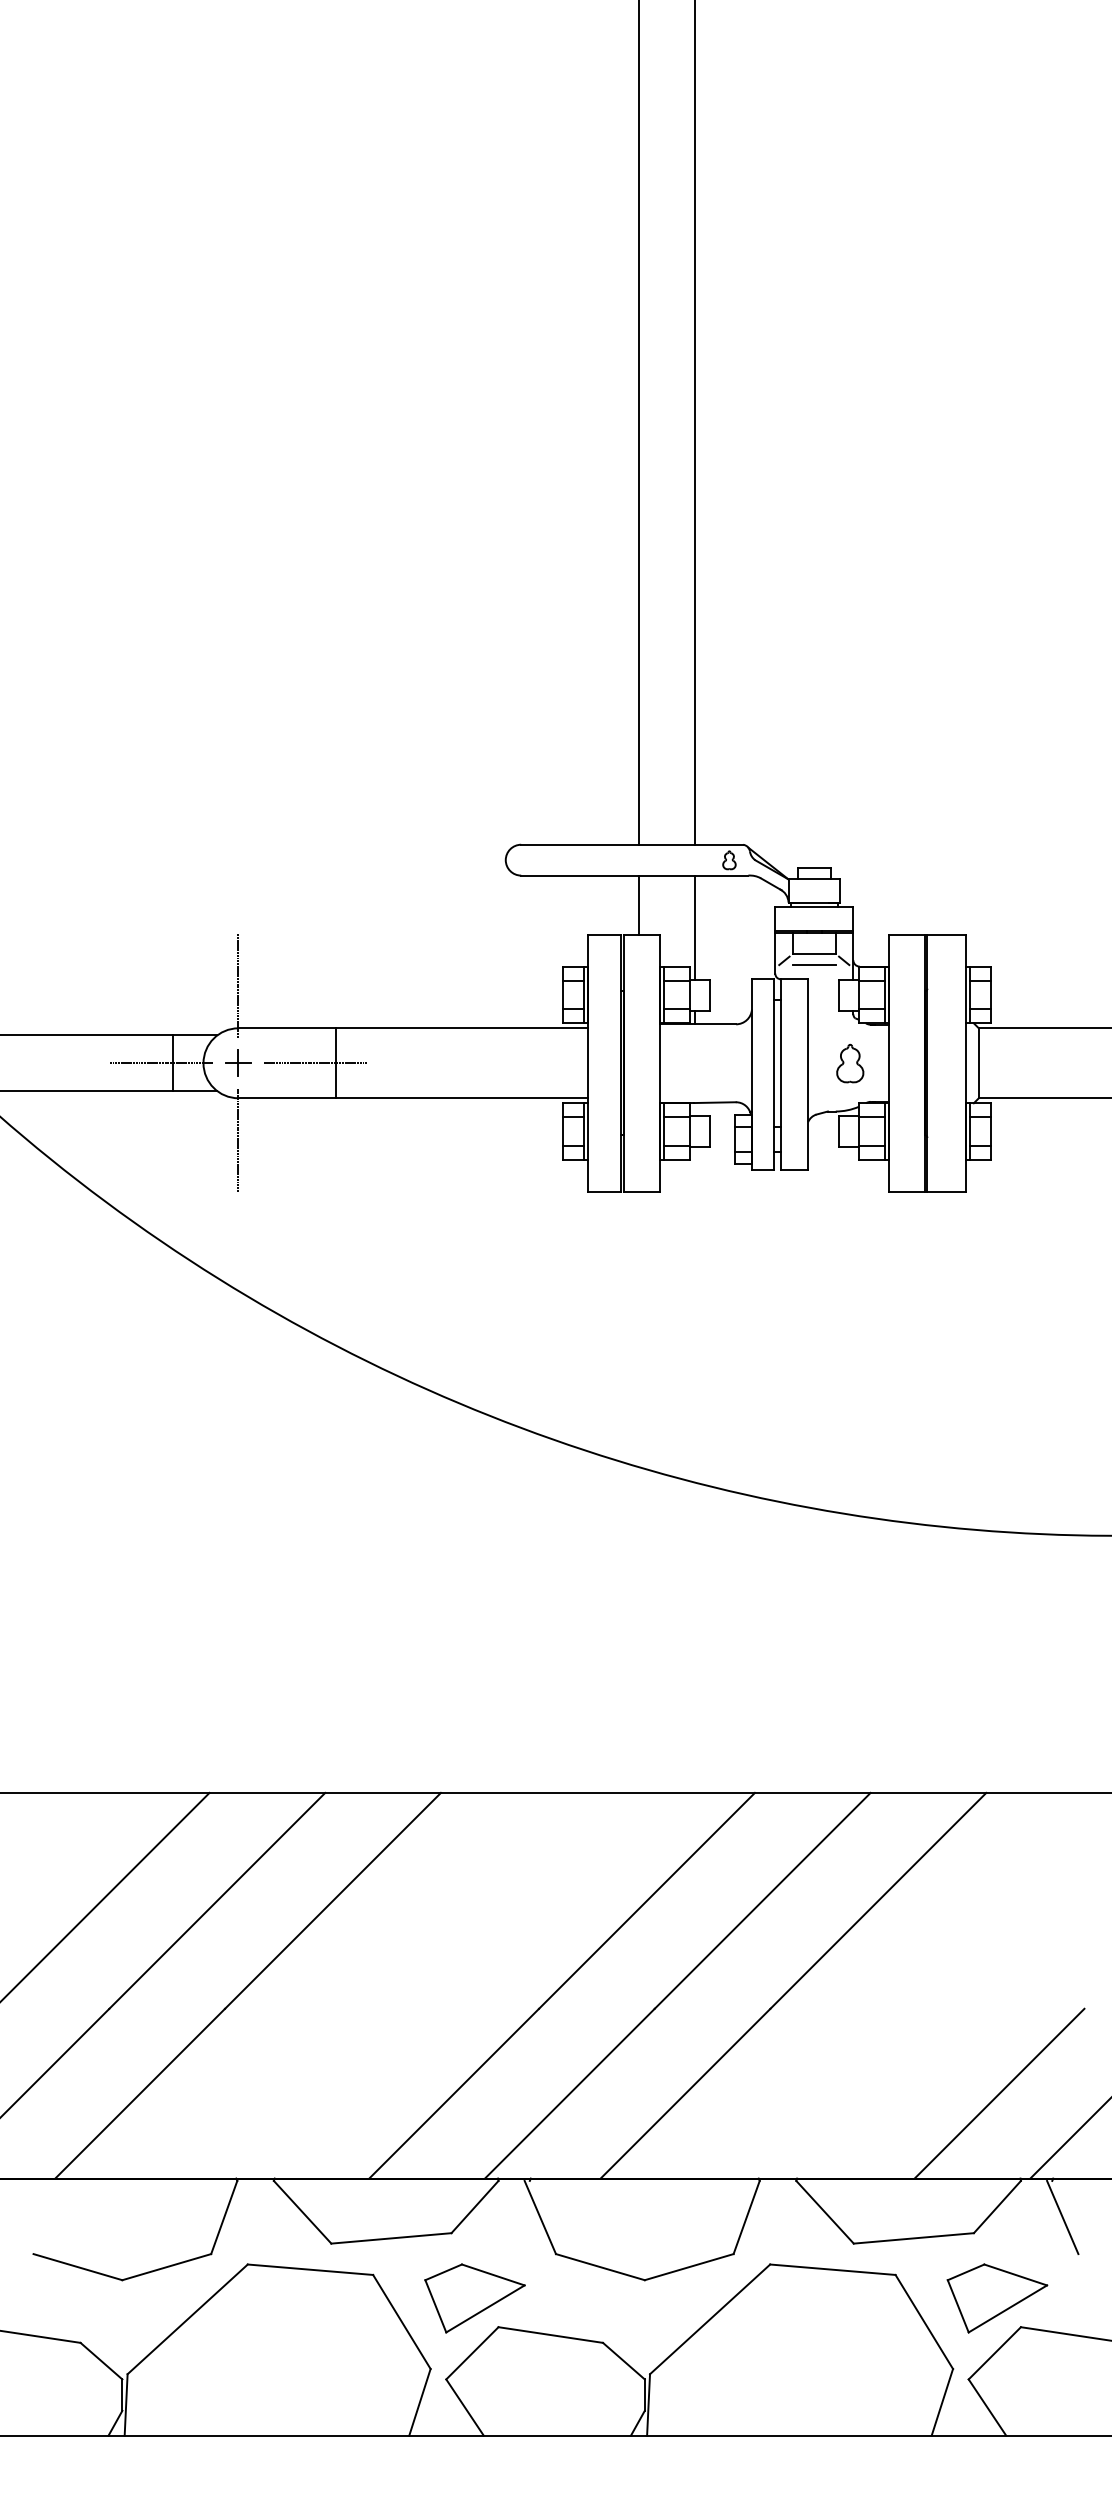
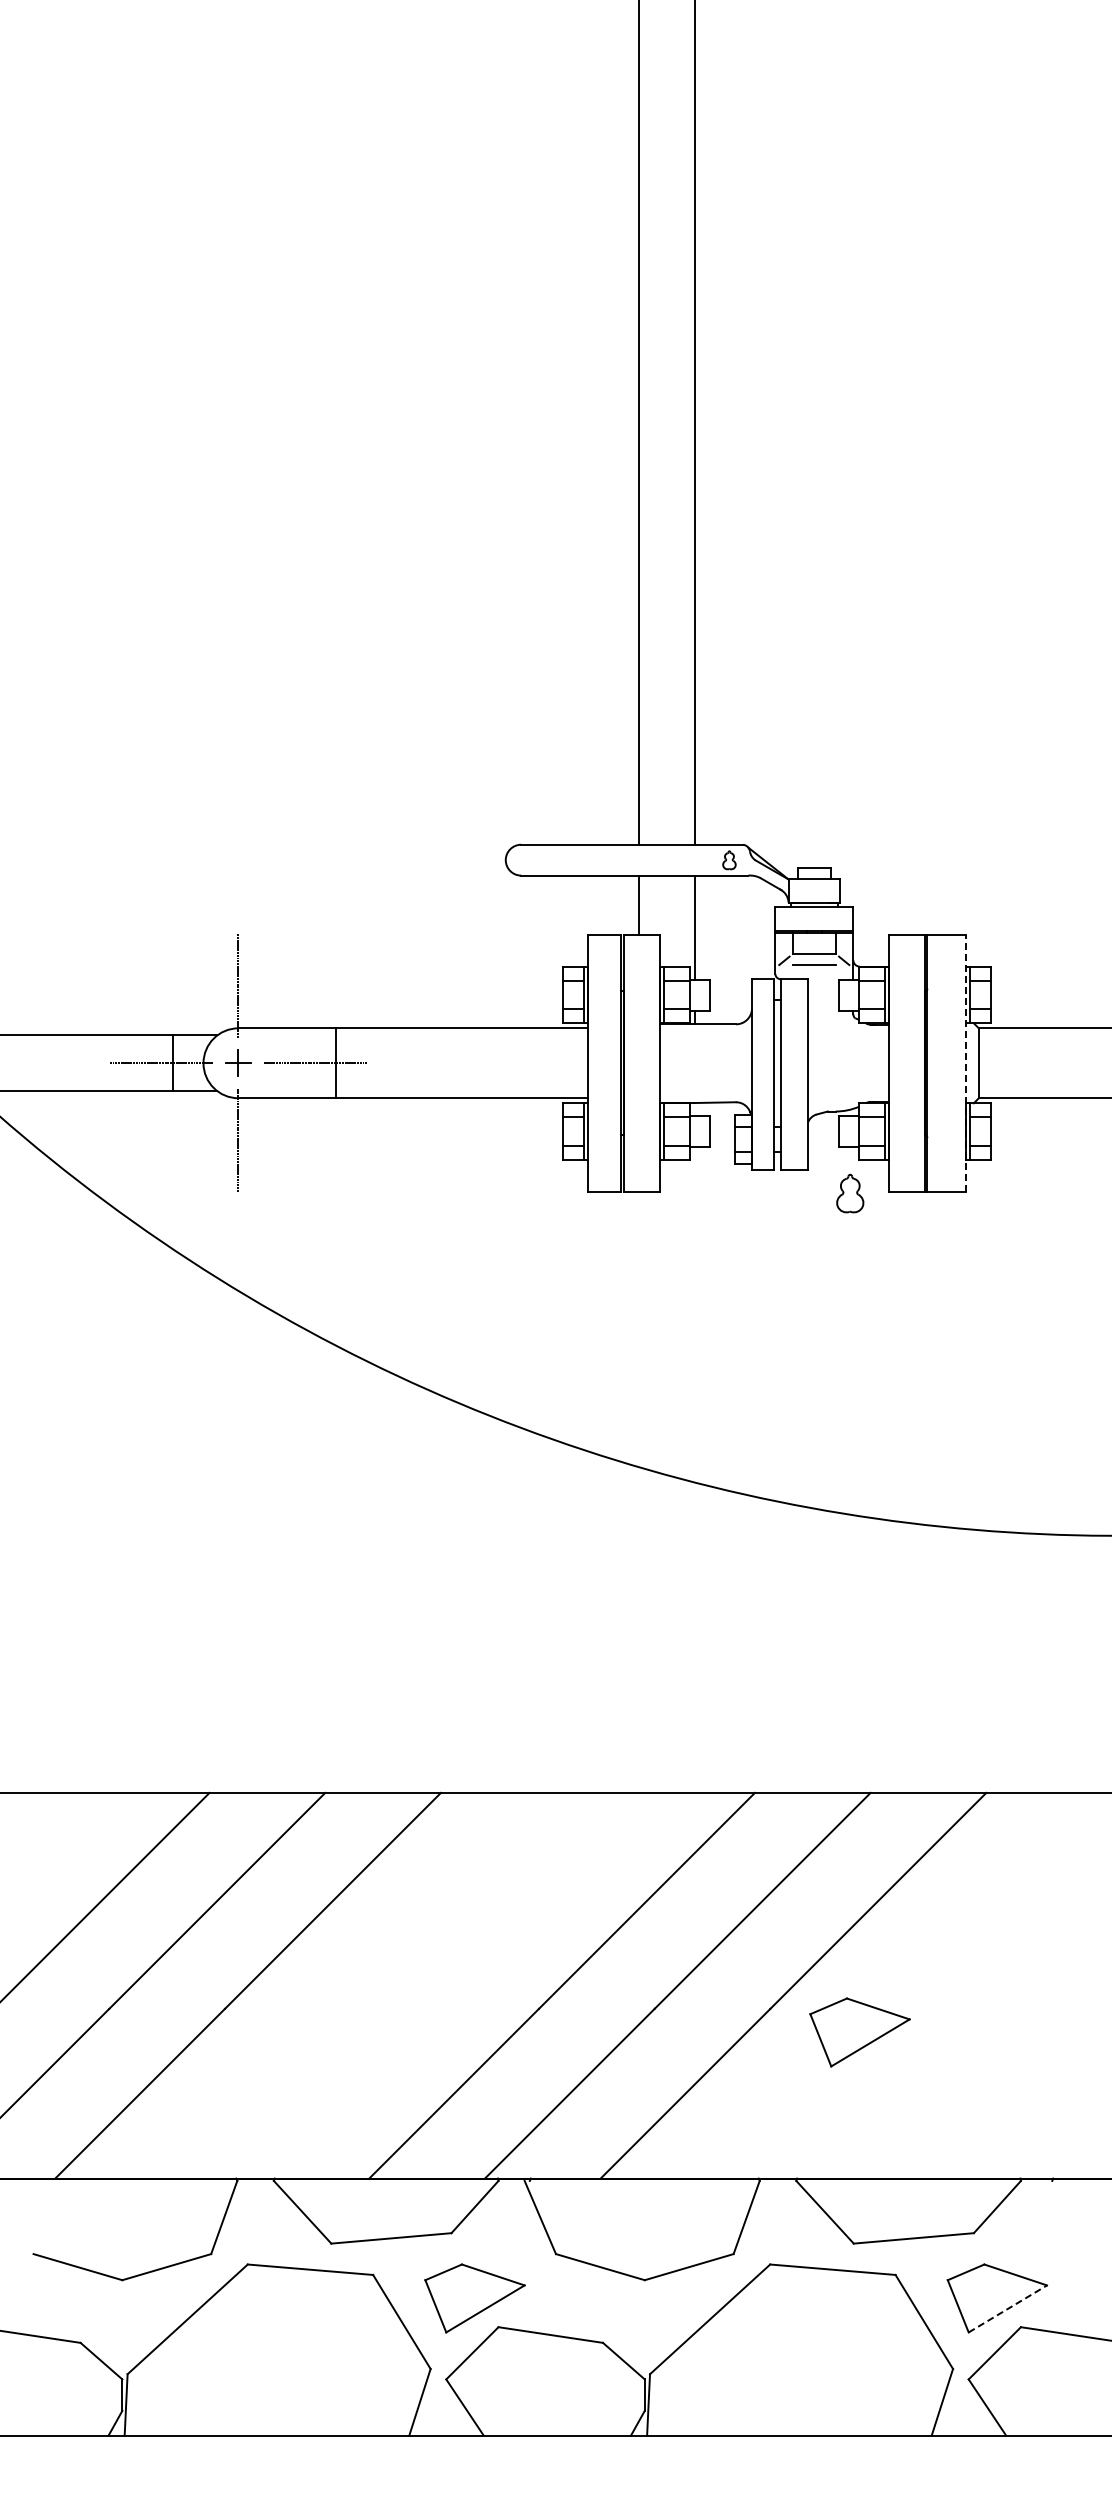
part at (850, 1063) position: (850, 1063) -> (850, 1193)
line at (965, 1063): solid -> dashed
part at (859, 2032): none -> present
line at (999, 2093): present -> none
line at (1069, 2139): present -> none
line at (1062, 2217): present -> none
line at (1007, 2308): solid -> dashed
